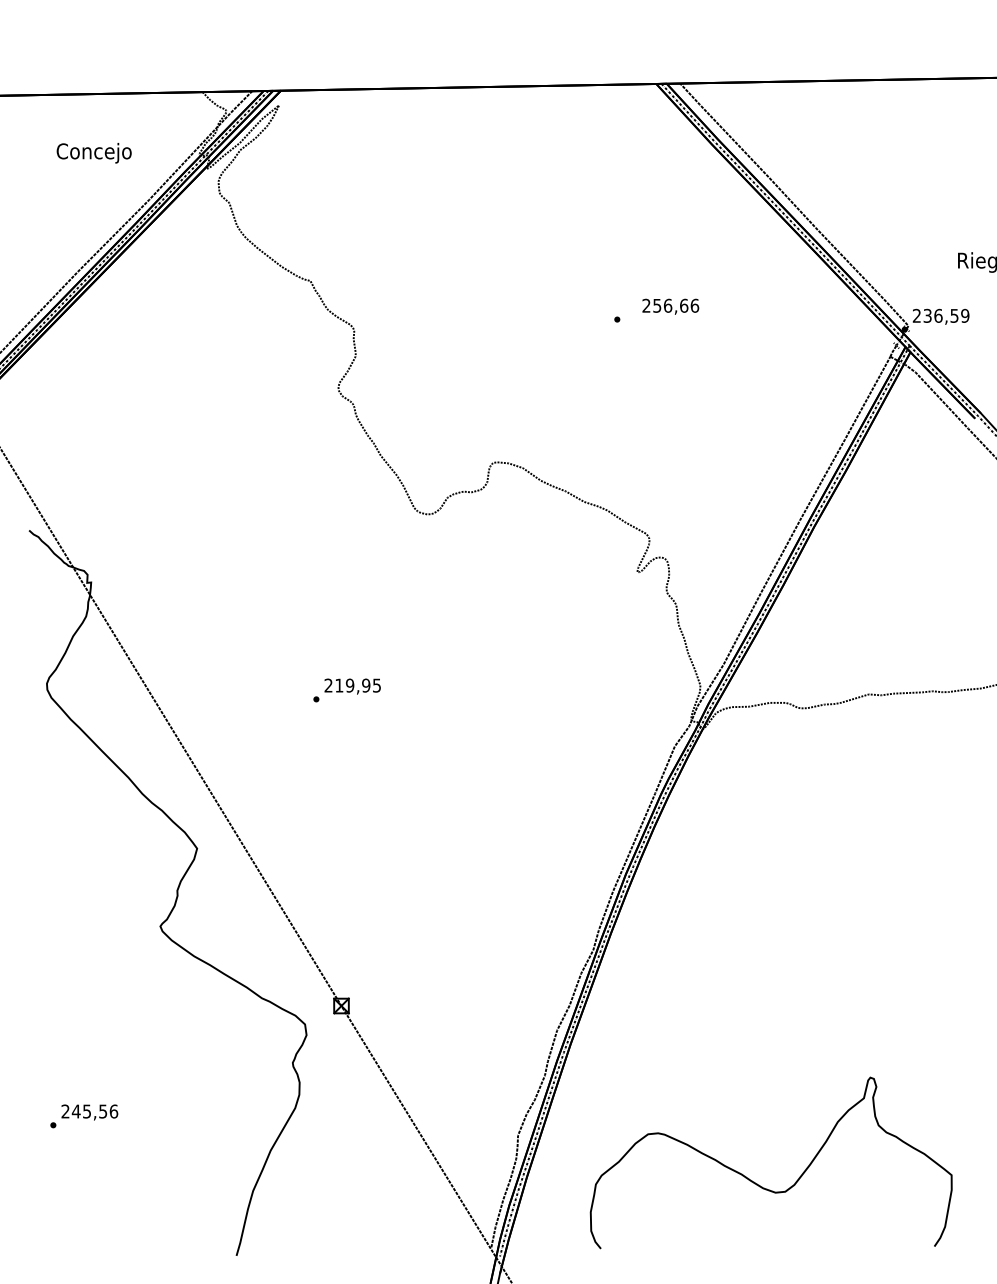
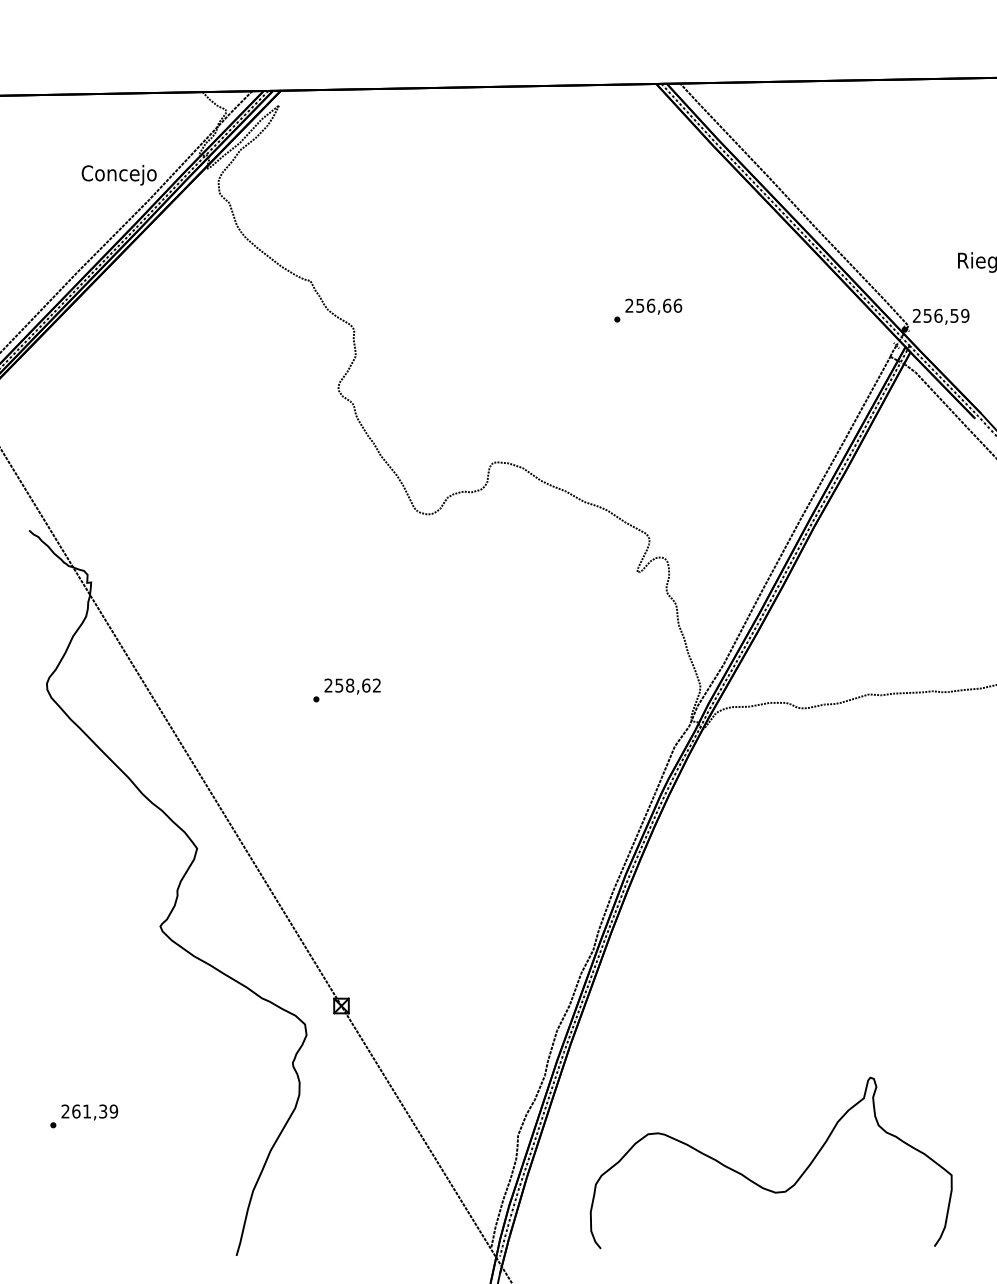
text at (93, 153) position: (93, 153) -> (118, 175)
text at (670, 306) position: (670, 306) -> (653, 306)
text at (927, 315): 236,59 -> 256,59
text at (357, 685): 219,95 -> 258,62
text at (94, 1111): 245,56 -> 261,39
